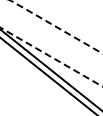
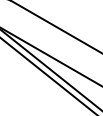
line at (57, 27): dashed -> solid
line at (51, 57): dashed -> solid
